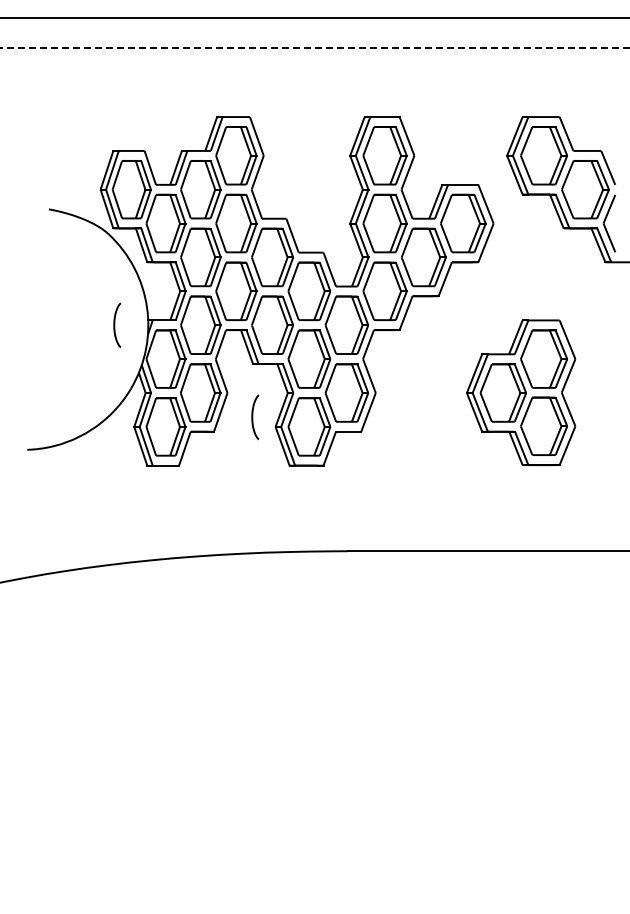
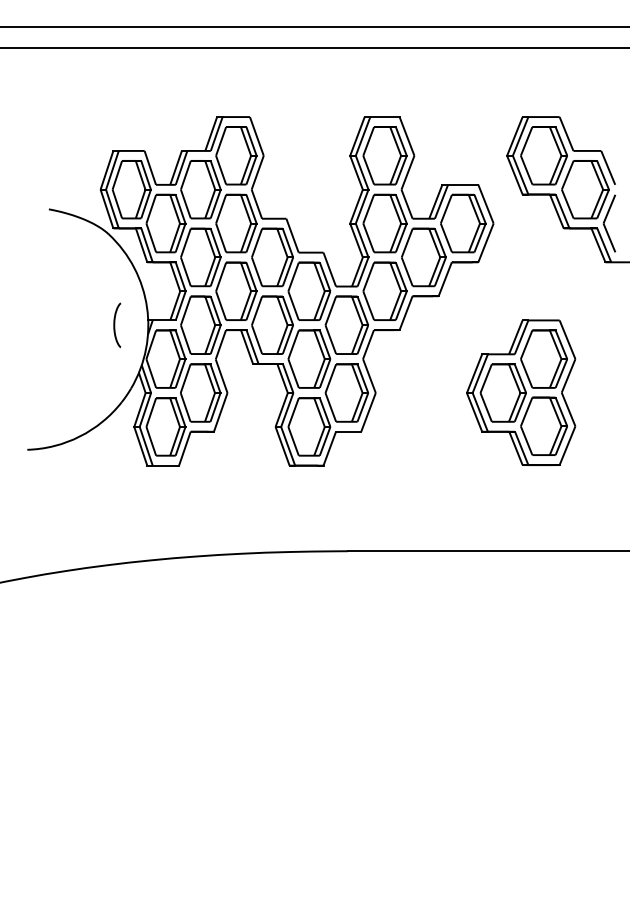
line at (314, 18) position: (314, 18) -> (314, 27)
line at (314, 47): dashed -> solid
curve at (253, 417): present -> none
